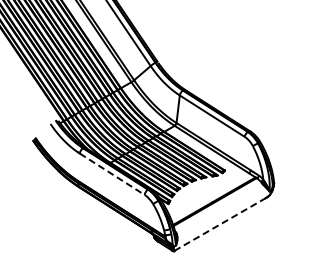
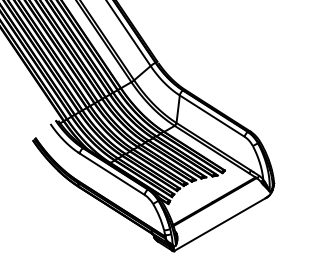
line at (112, 174): dashed -> solid
line at (220, 224): dashed -> solid
